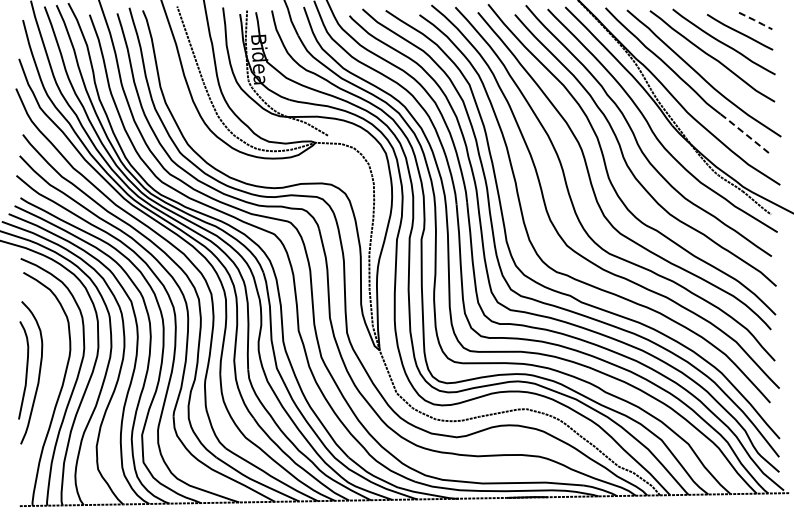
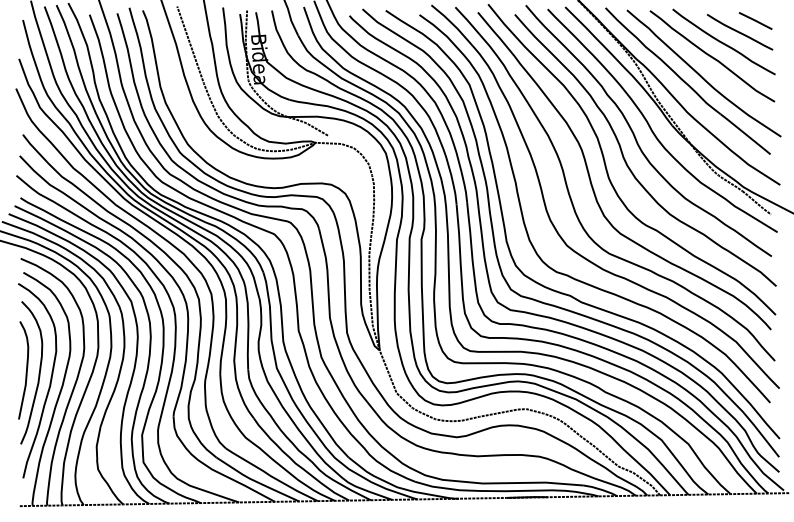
line at (756, 21): dashed -> solid
line at (745, 134): dashed -> solid
curve at (49, 382): none -> present
